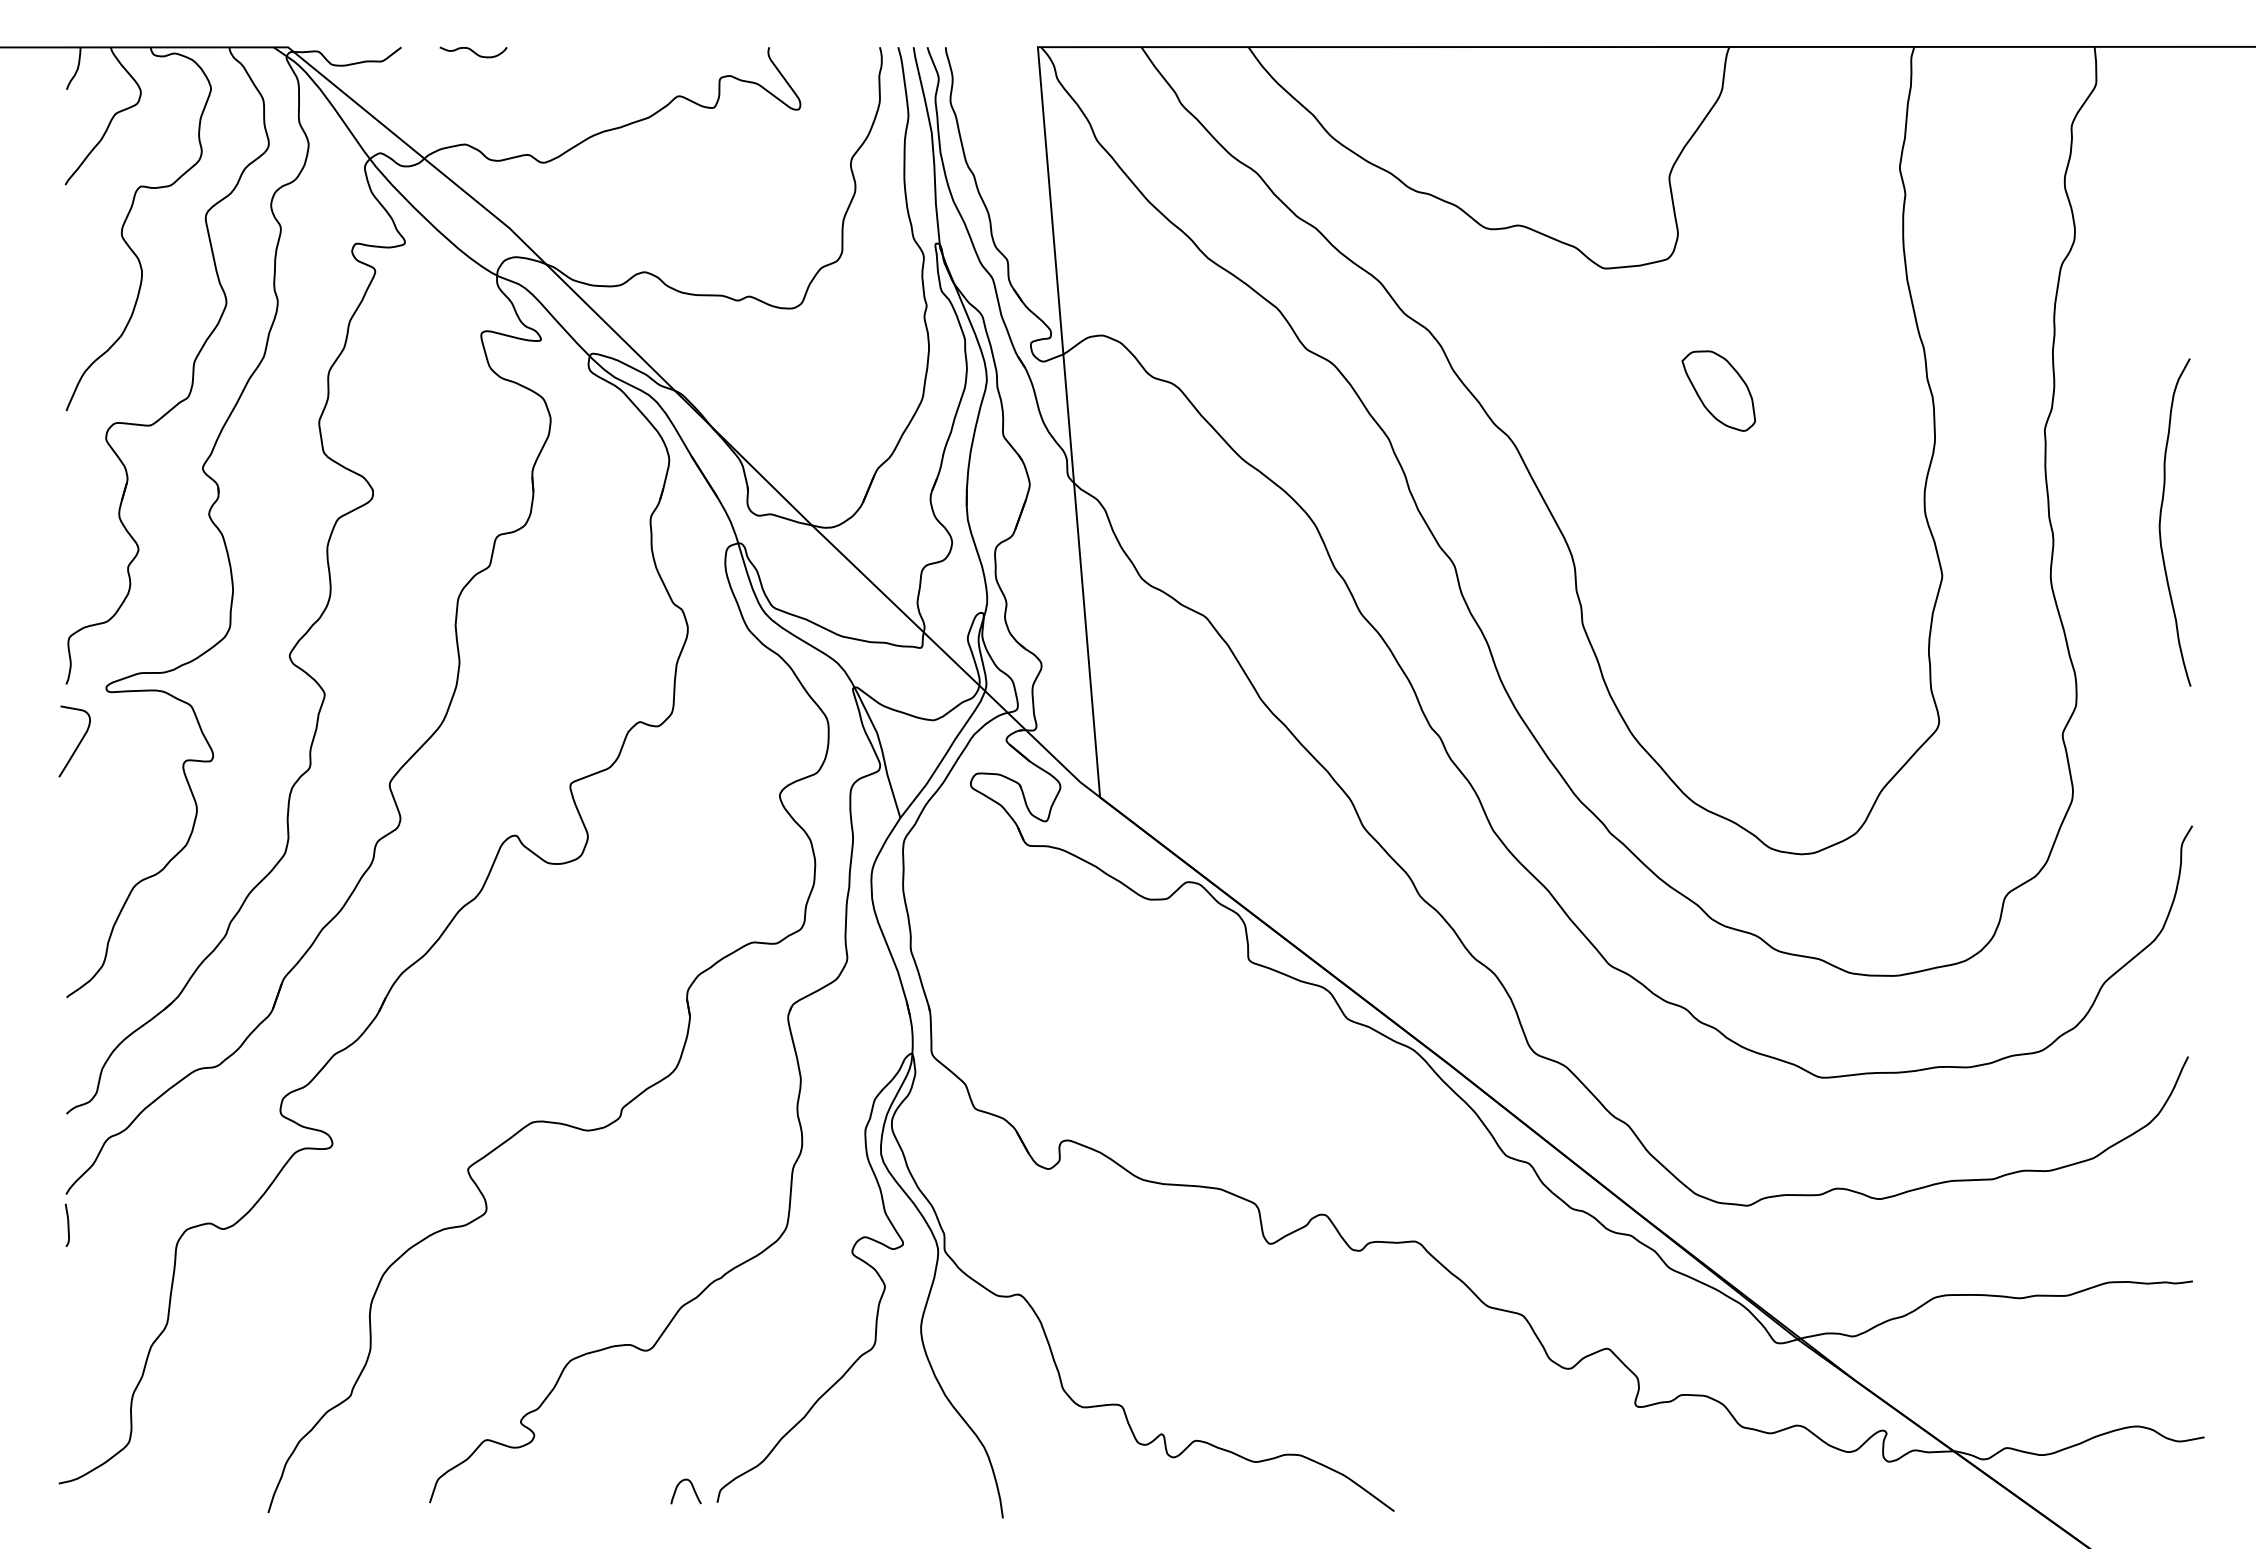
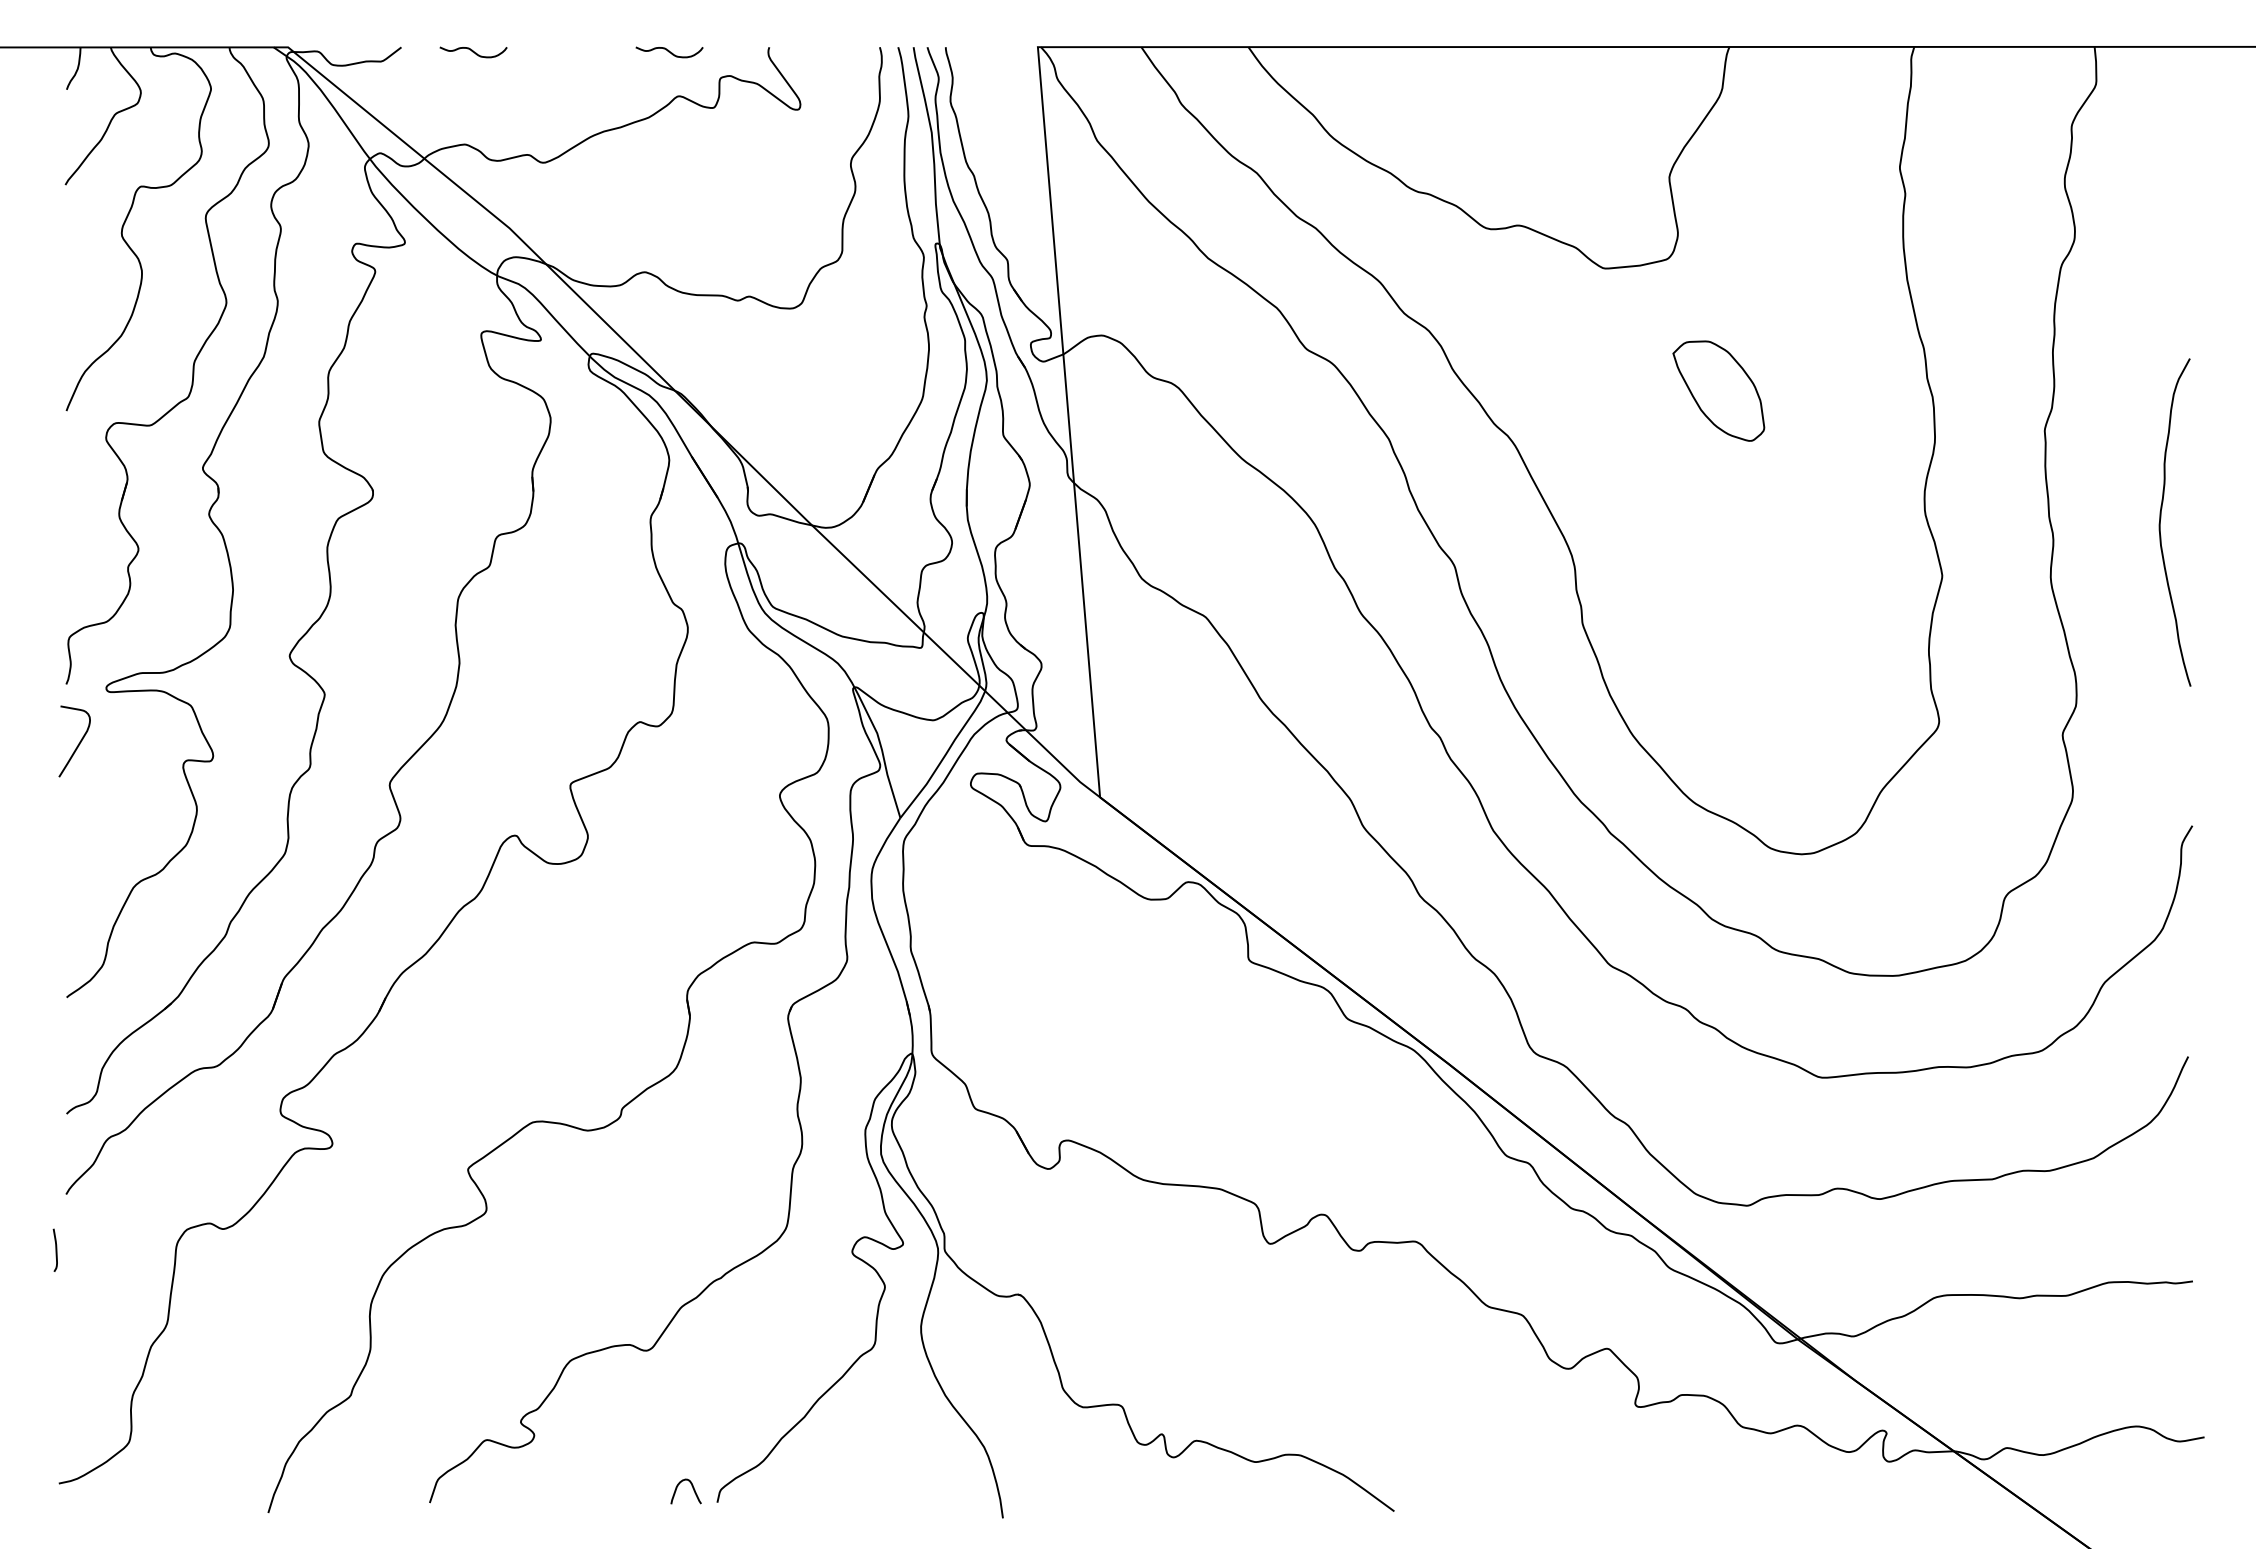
curve at (669, 52): none -> present
part at (1718, 390) size: 75x82 px -> 94x102 px
curve at (67, 1224) position: (67, 1224) -> (55, 1249)
